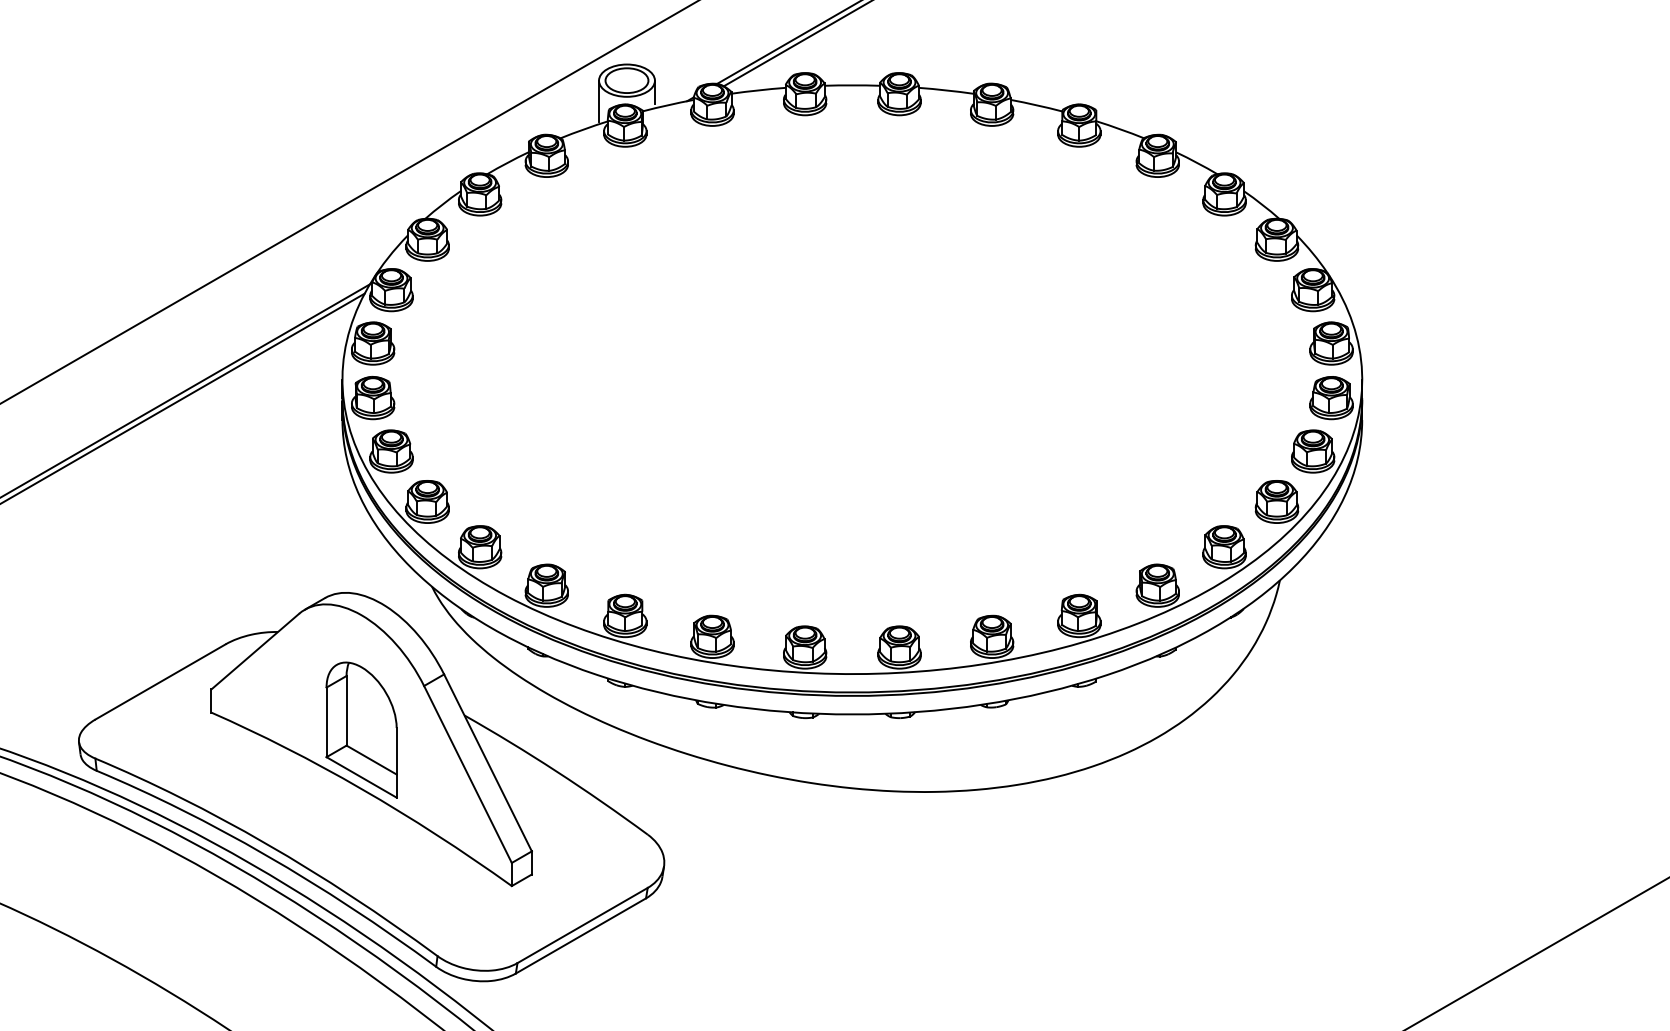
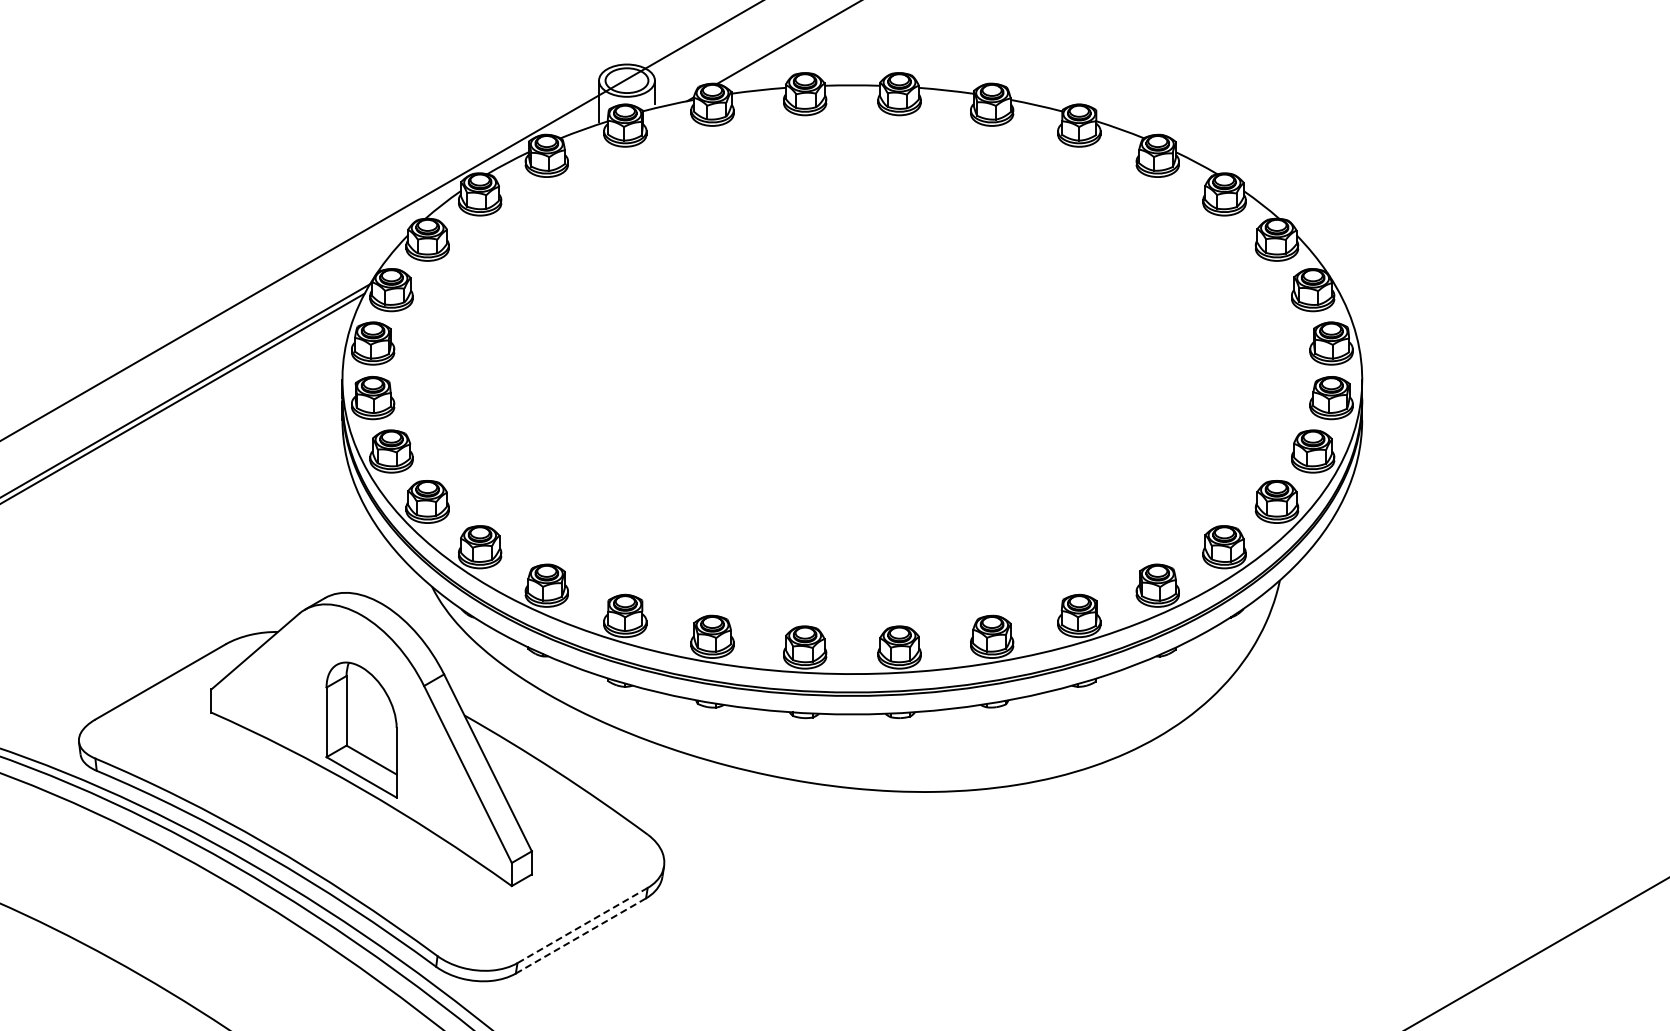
line at (796, 44): present -> none
line at (348, 202) position: (348, 202) -> (381, 220)
line at (582, 925): solid -> dashed
line at (581, 935): solid -> dashed
